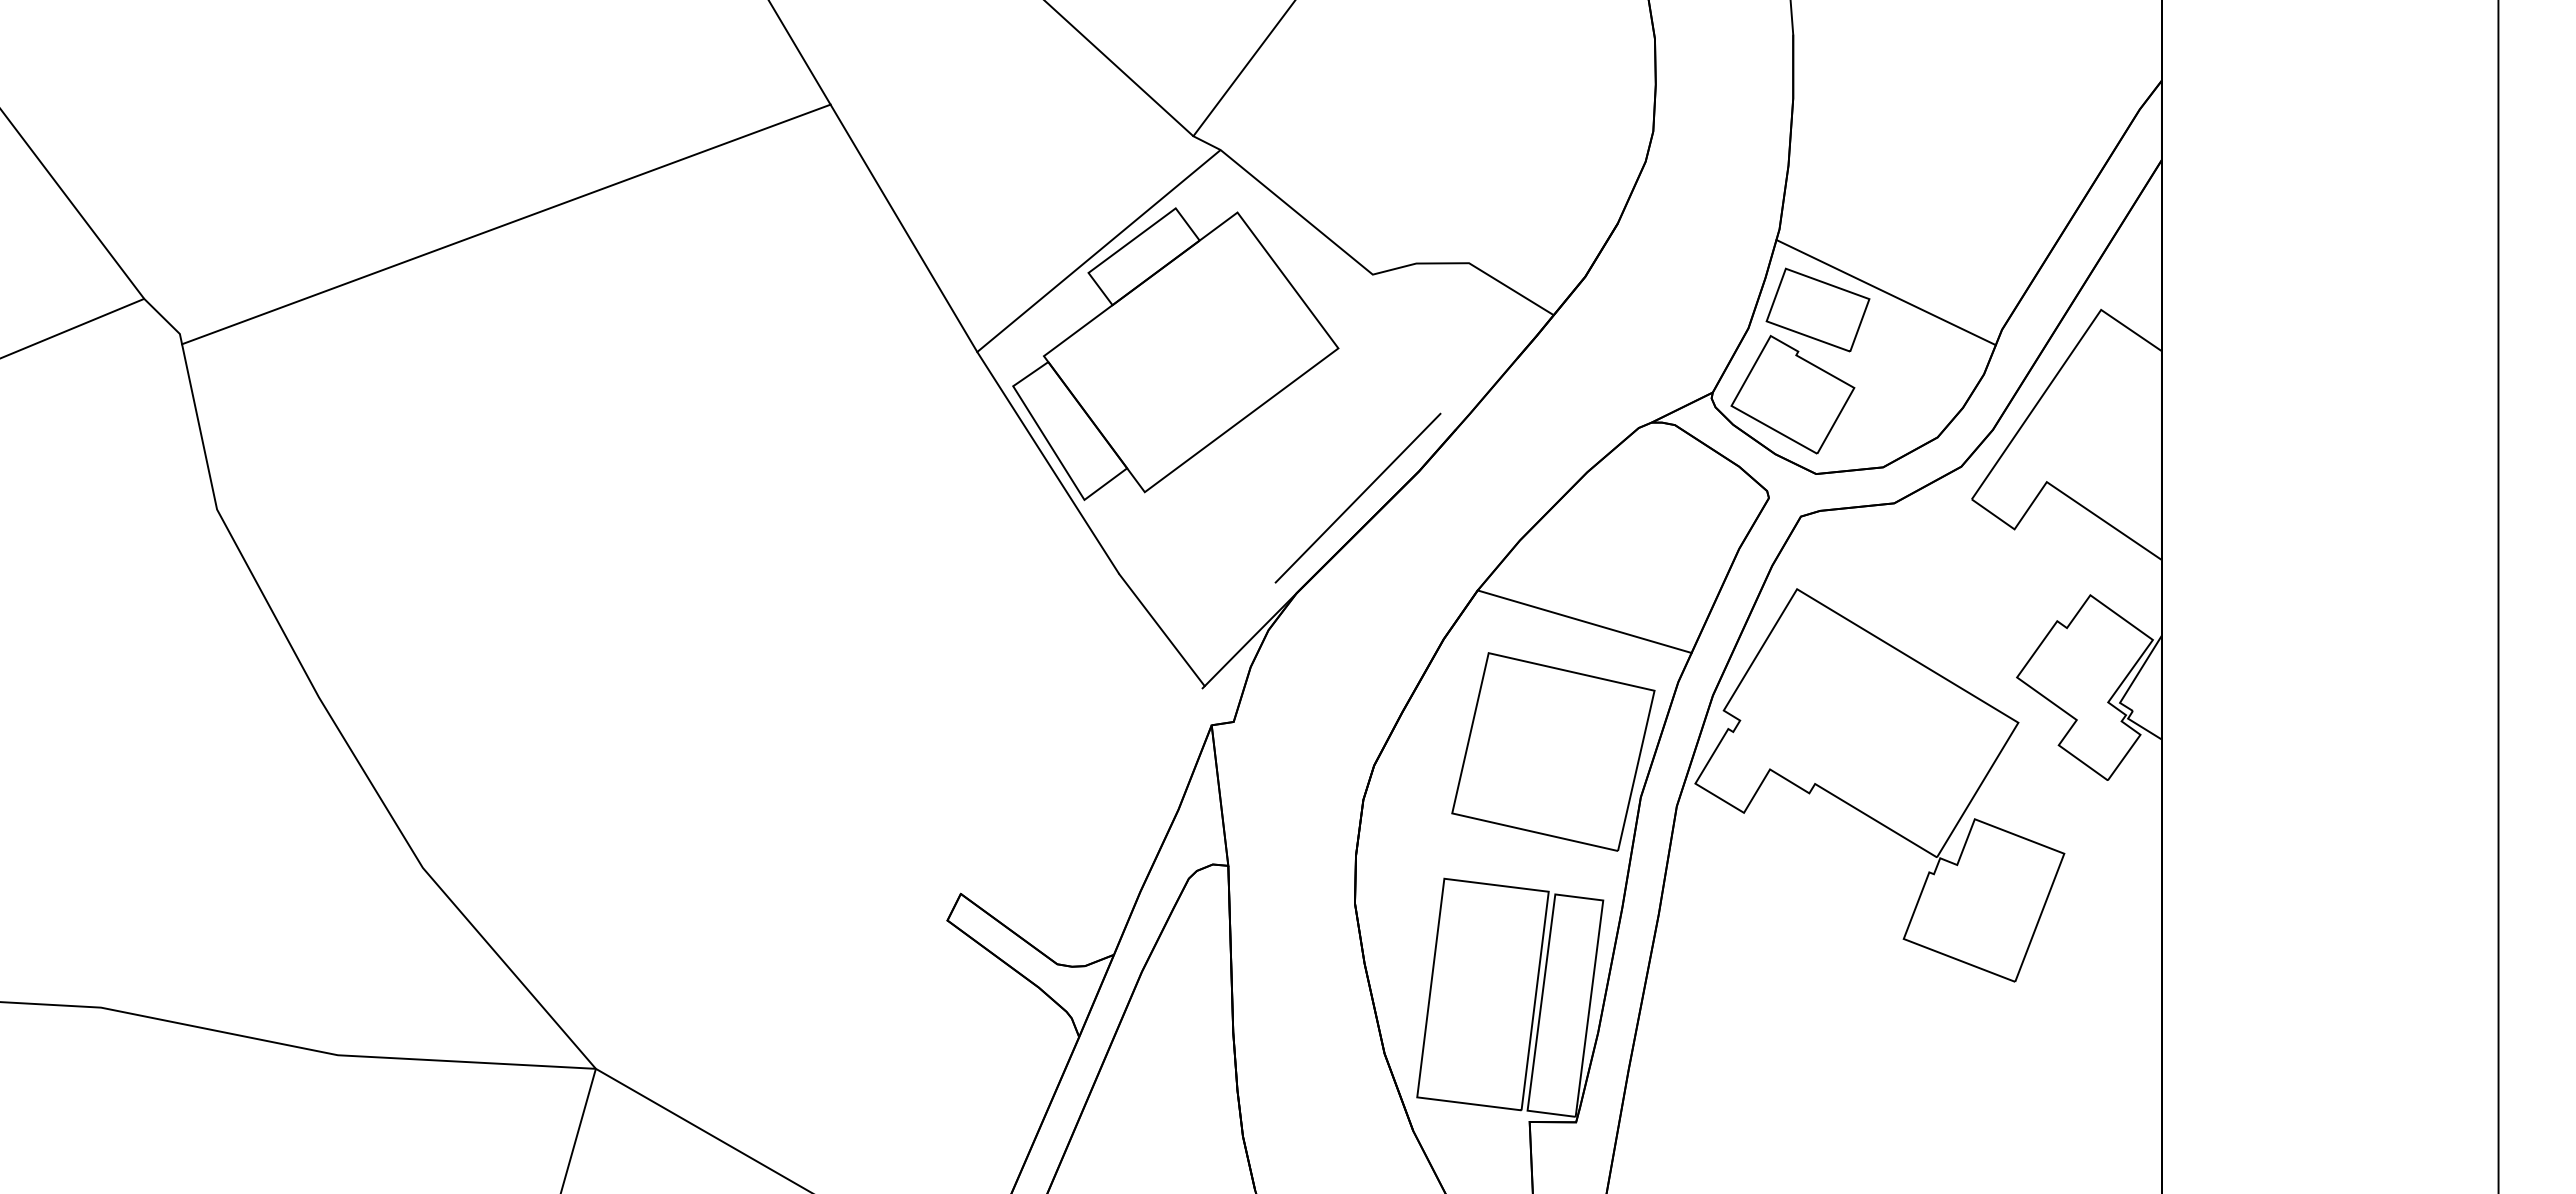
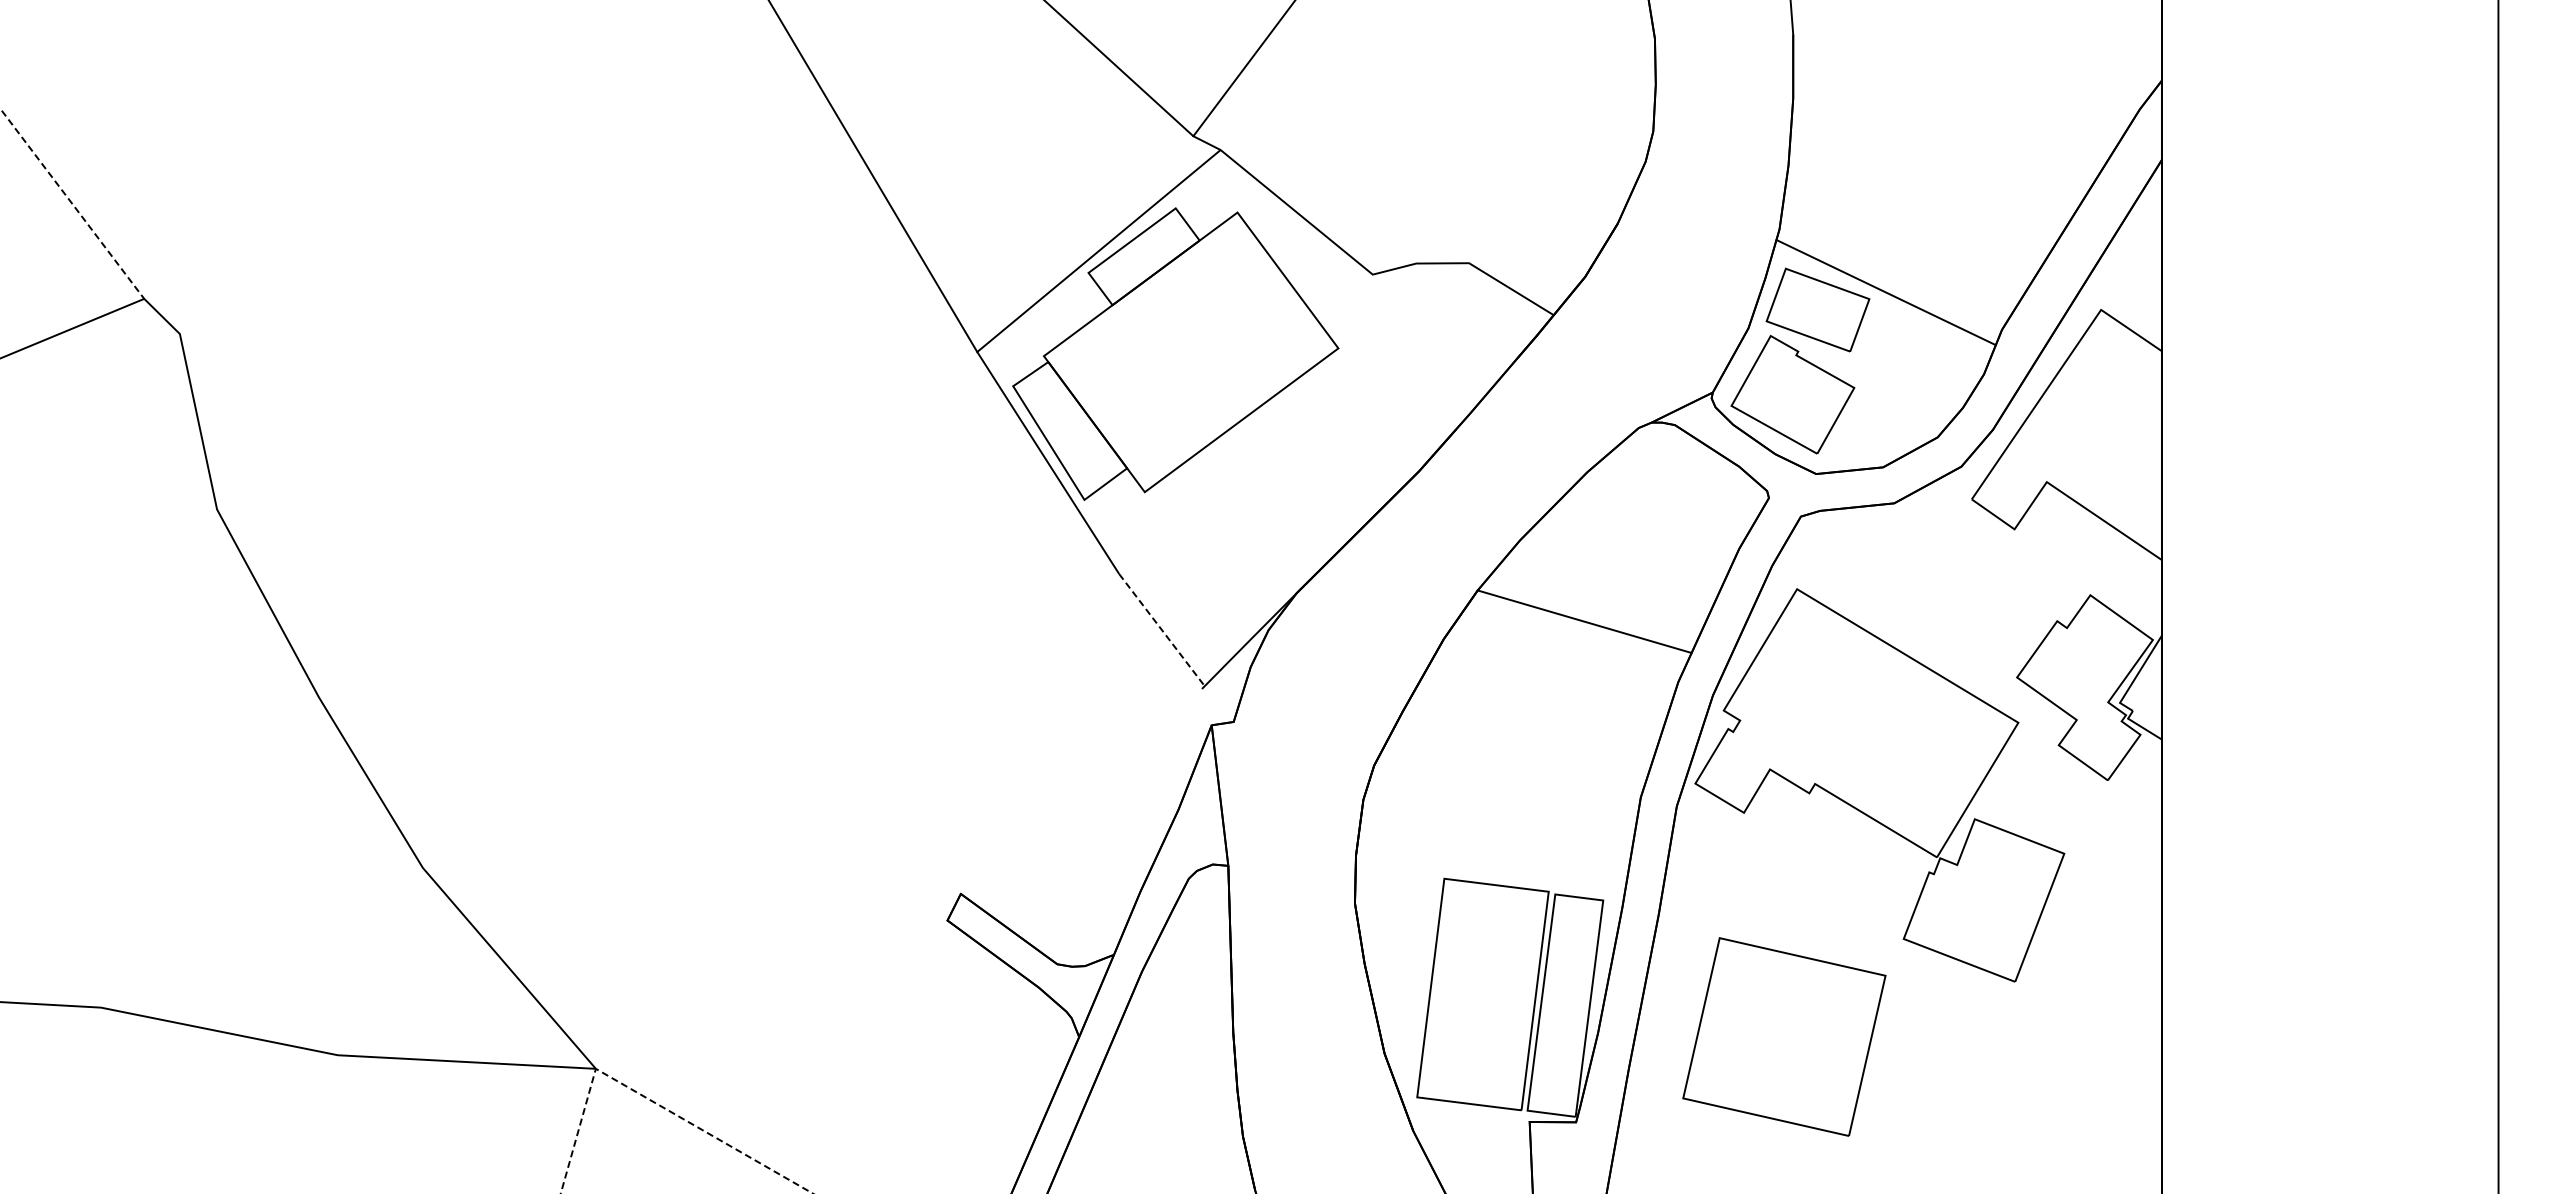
line at (72, 204): solid -> dashed
line at (506, 224): present -> none
line at (1357, 497): present -> none
line at (1162, 630): solid -> dashed
part at (1553, 751) position: (1553, 751) -> (1784, 1036)
line at (647, 1098): solid -> dashed
